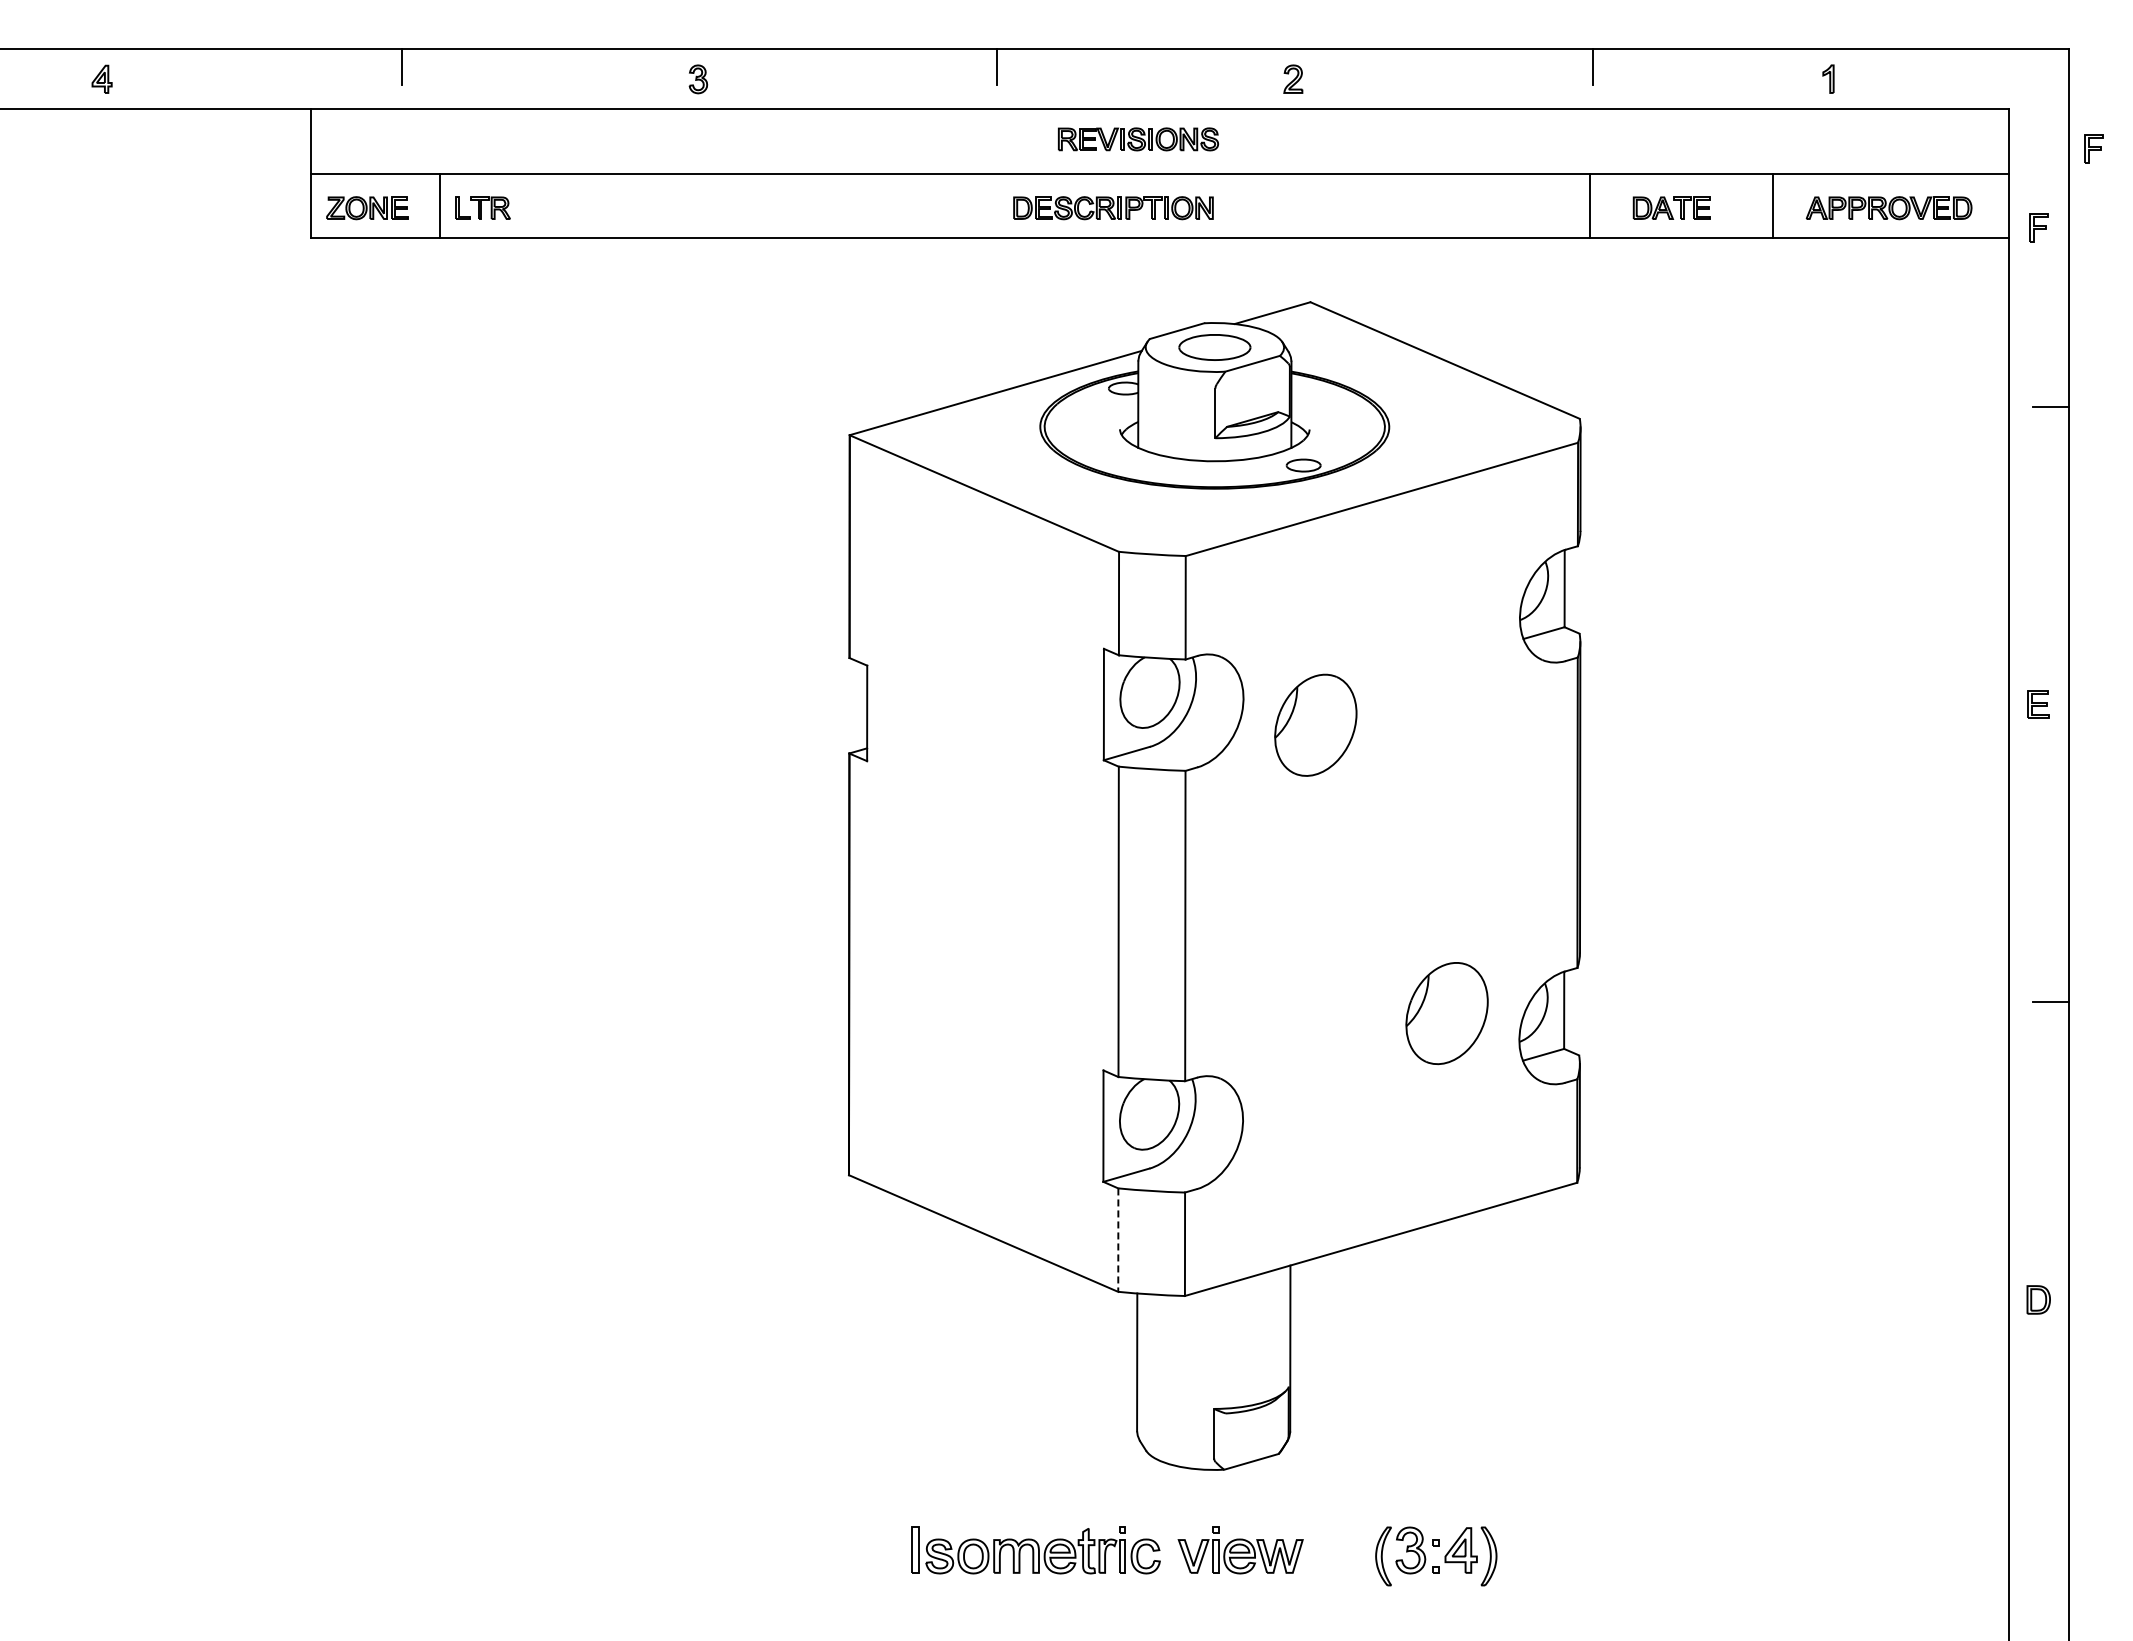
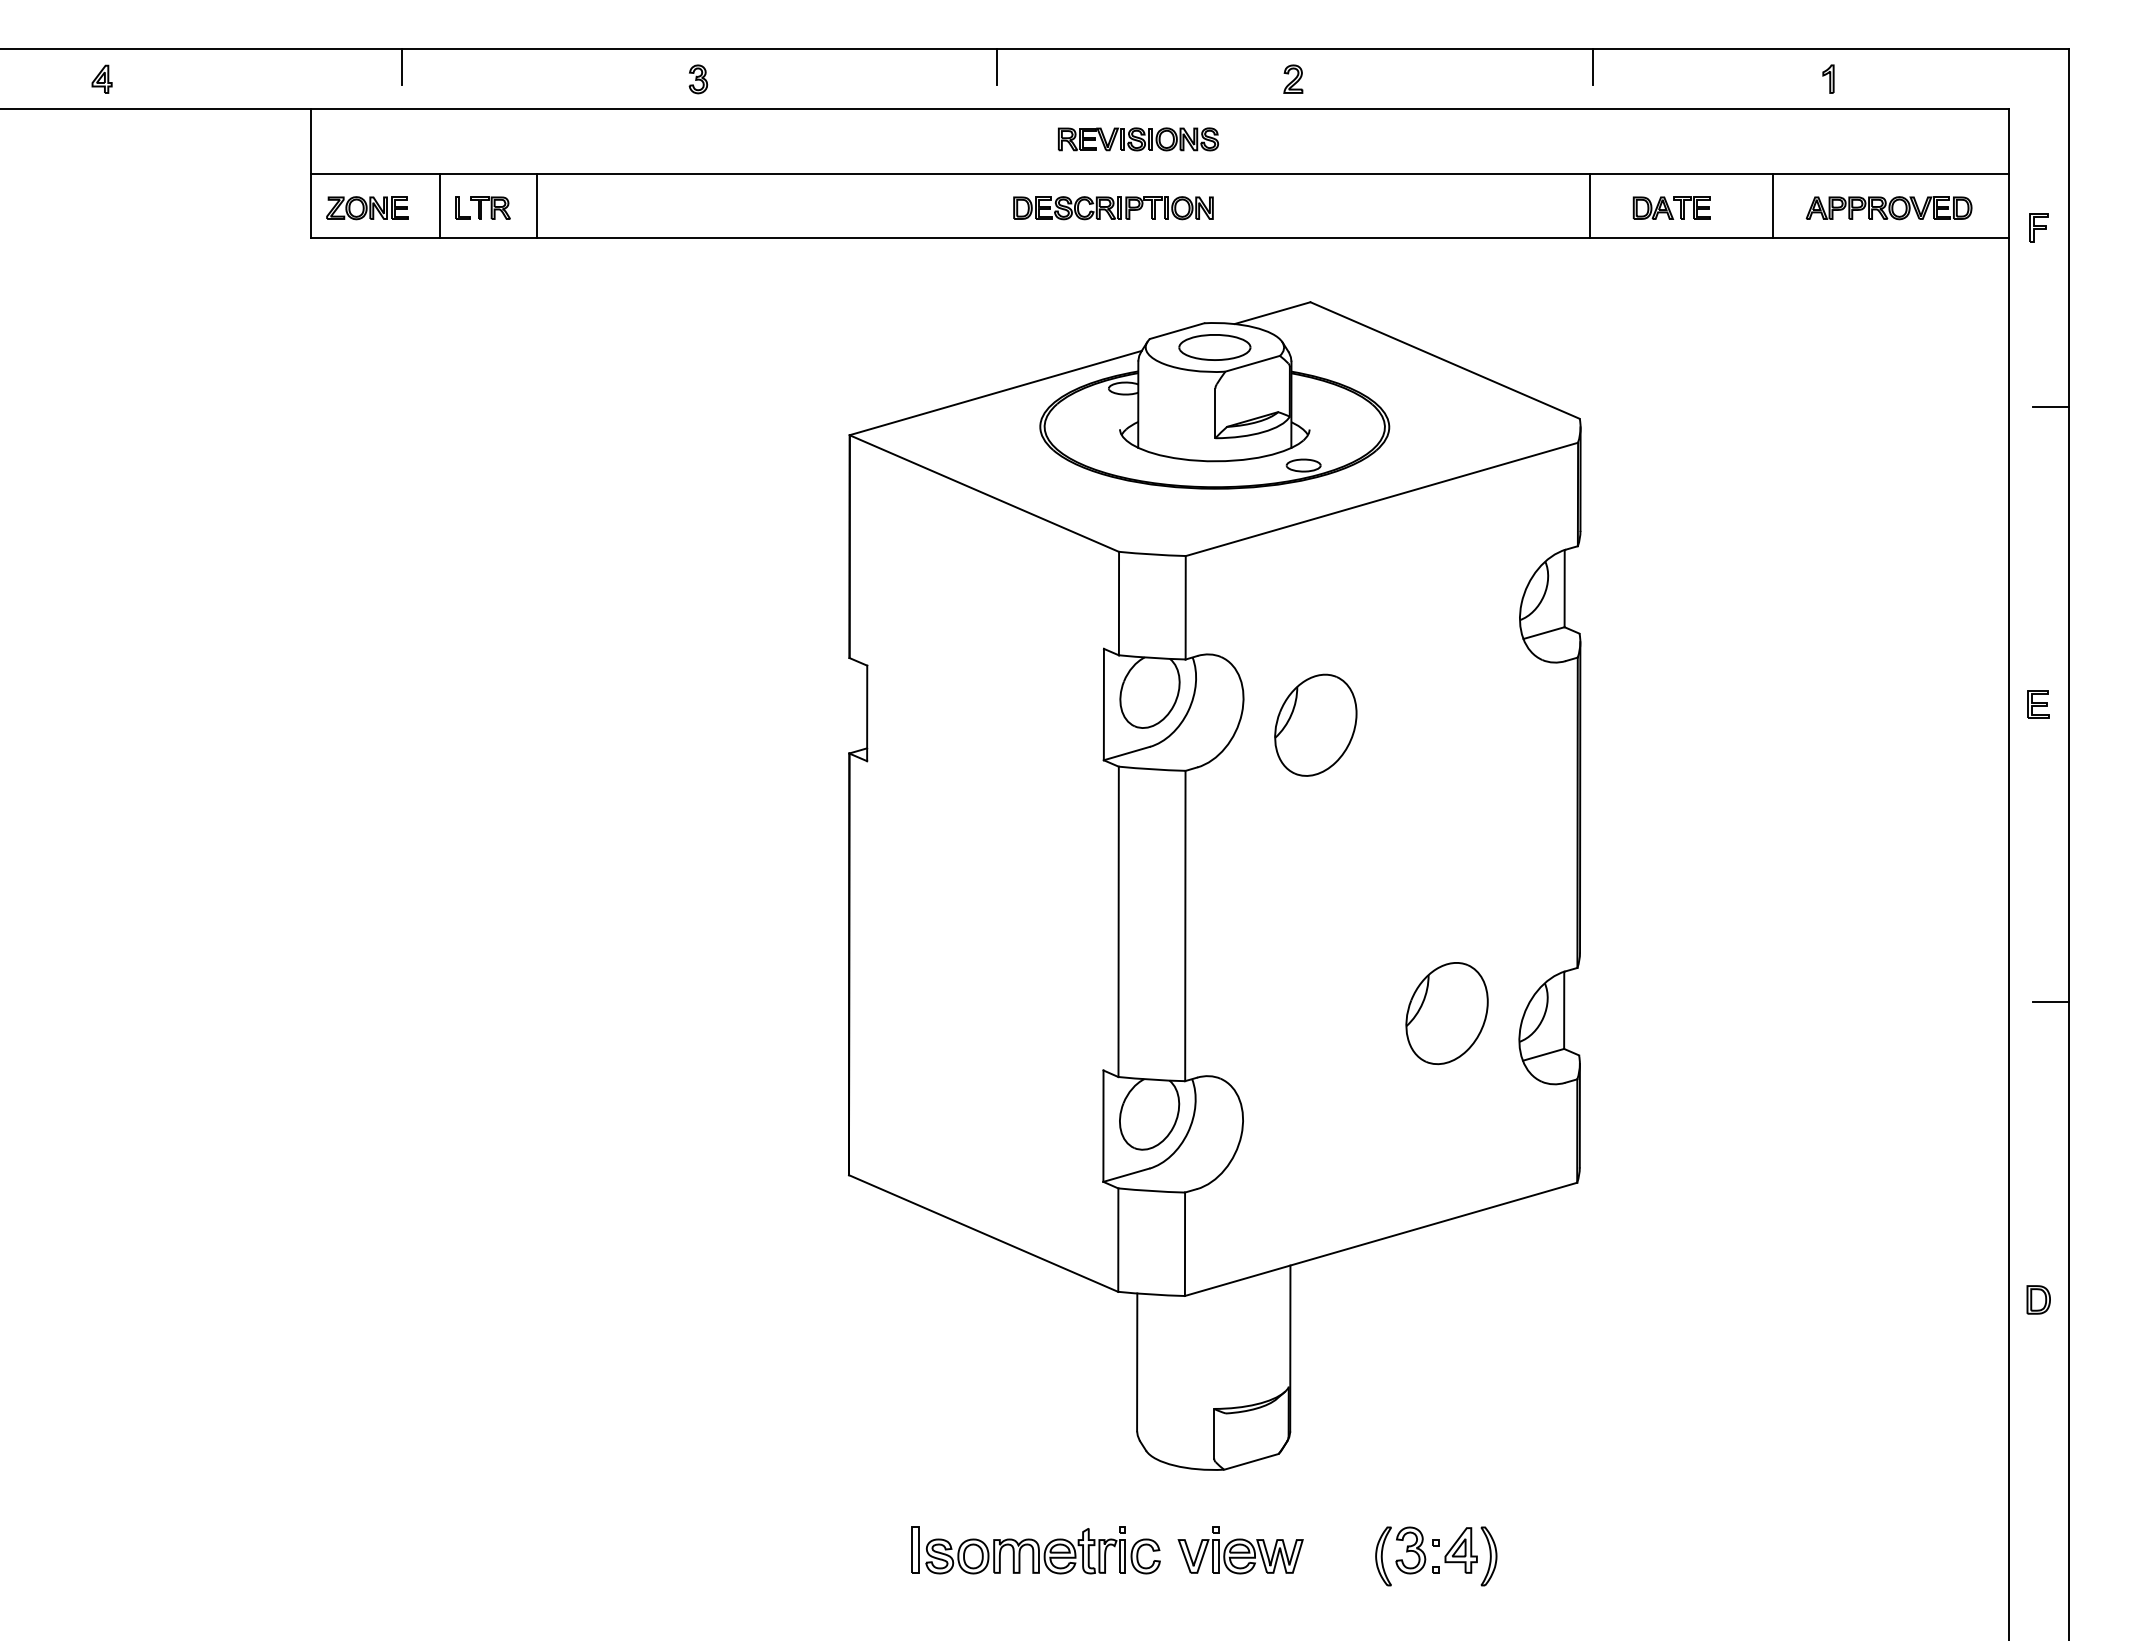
part at (2093, 148): present -> none
line at (536, 205): none -> present
line at (1118, 1240): dashed -> solid
